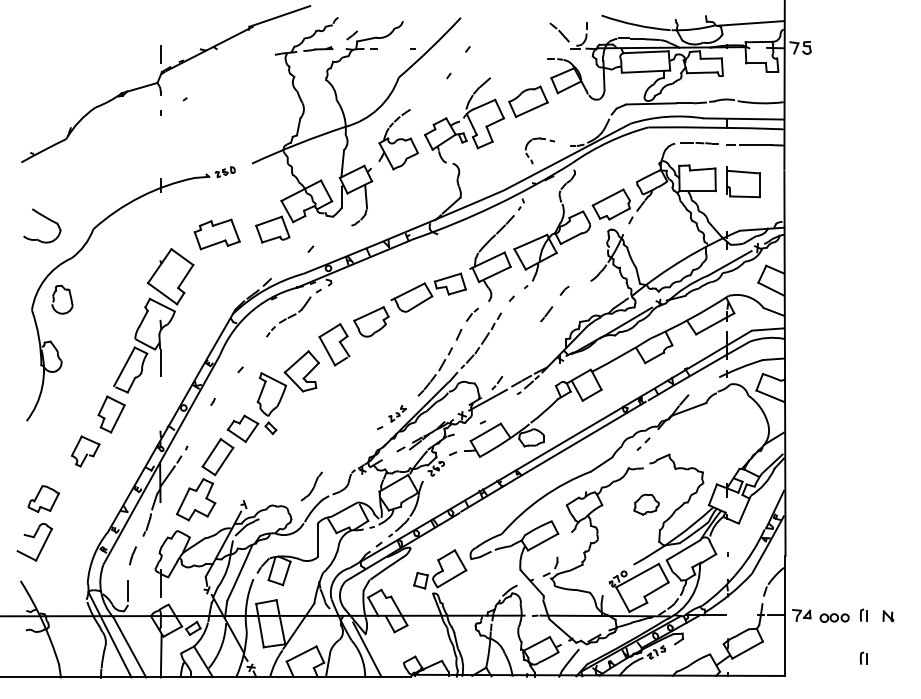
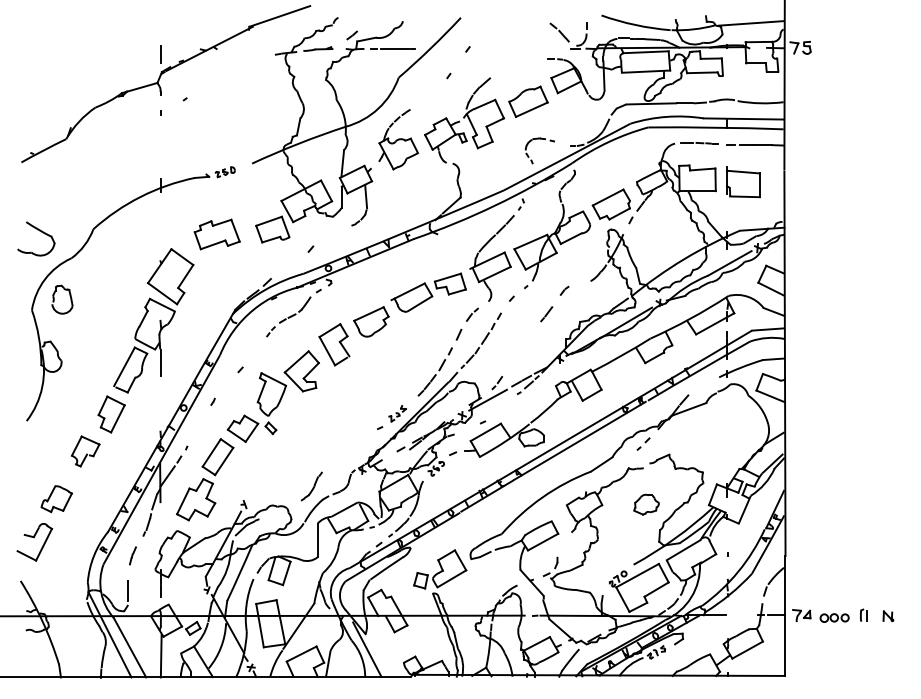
line at (394, 49): none -> present
part at (45, 218) position: (45, 218) -> (39, 231)
part at (43, 499) position: (43, 499) -> (56, 499)
part at (863, 657): present -> none
